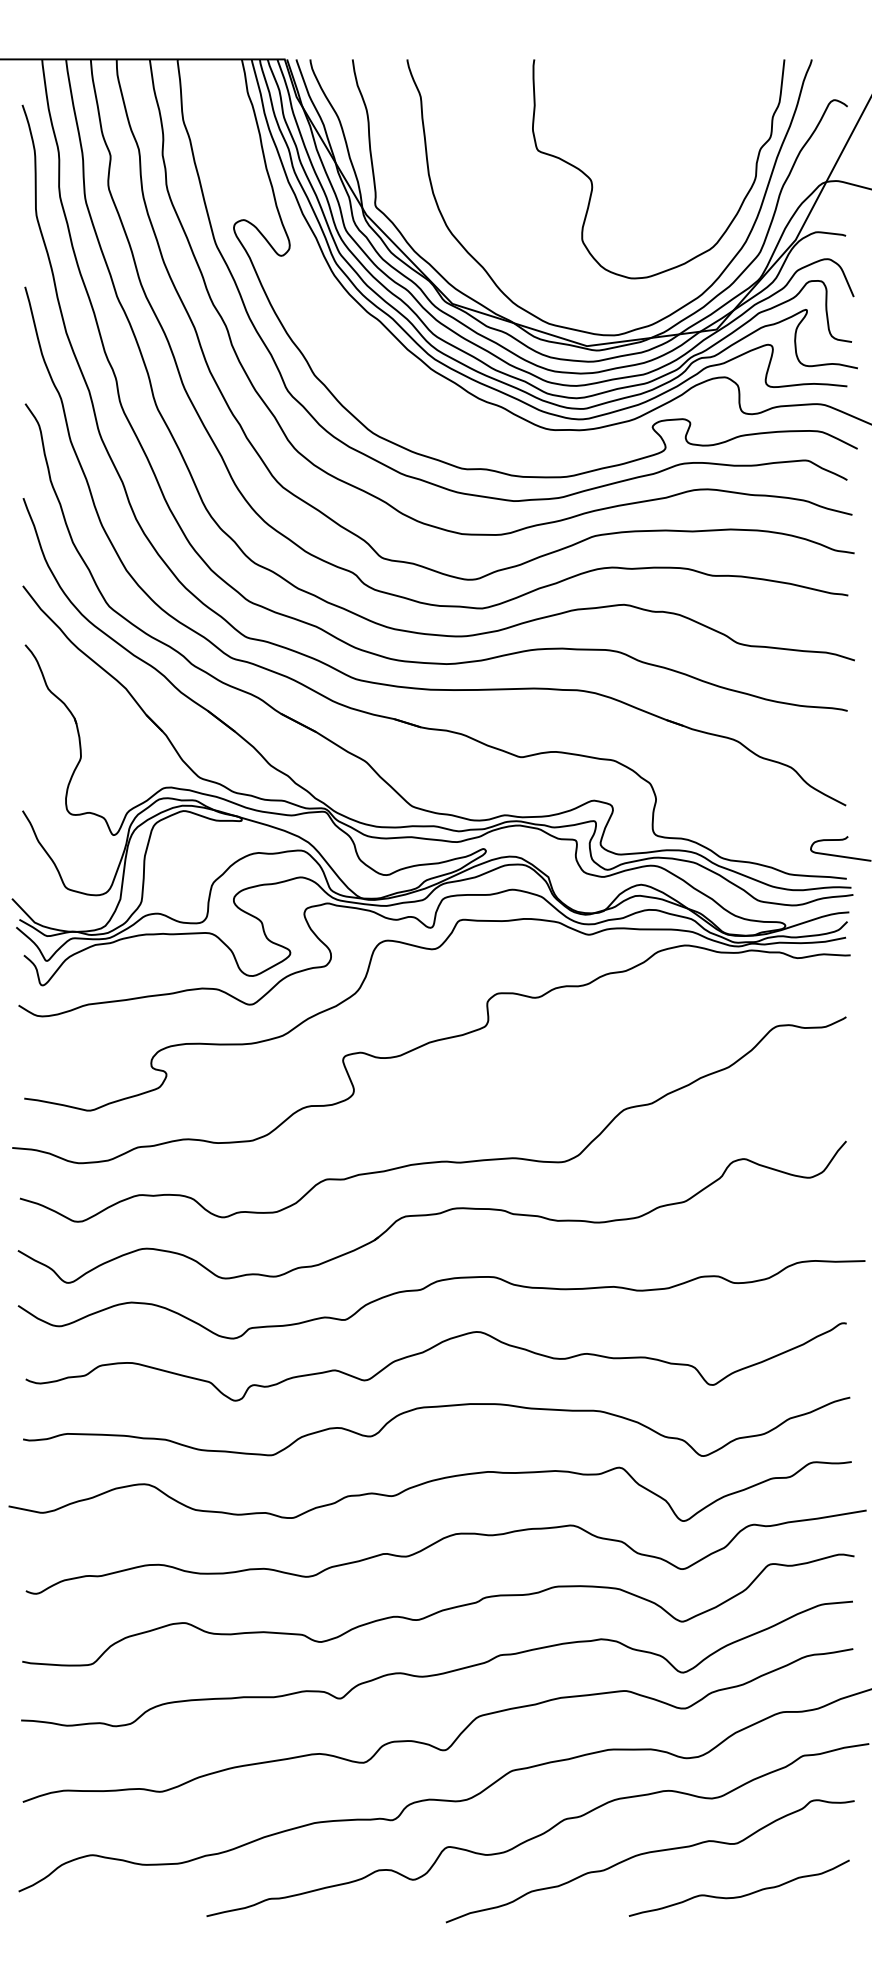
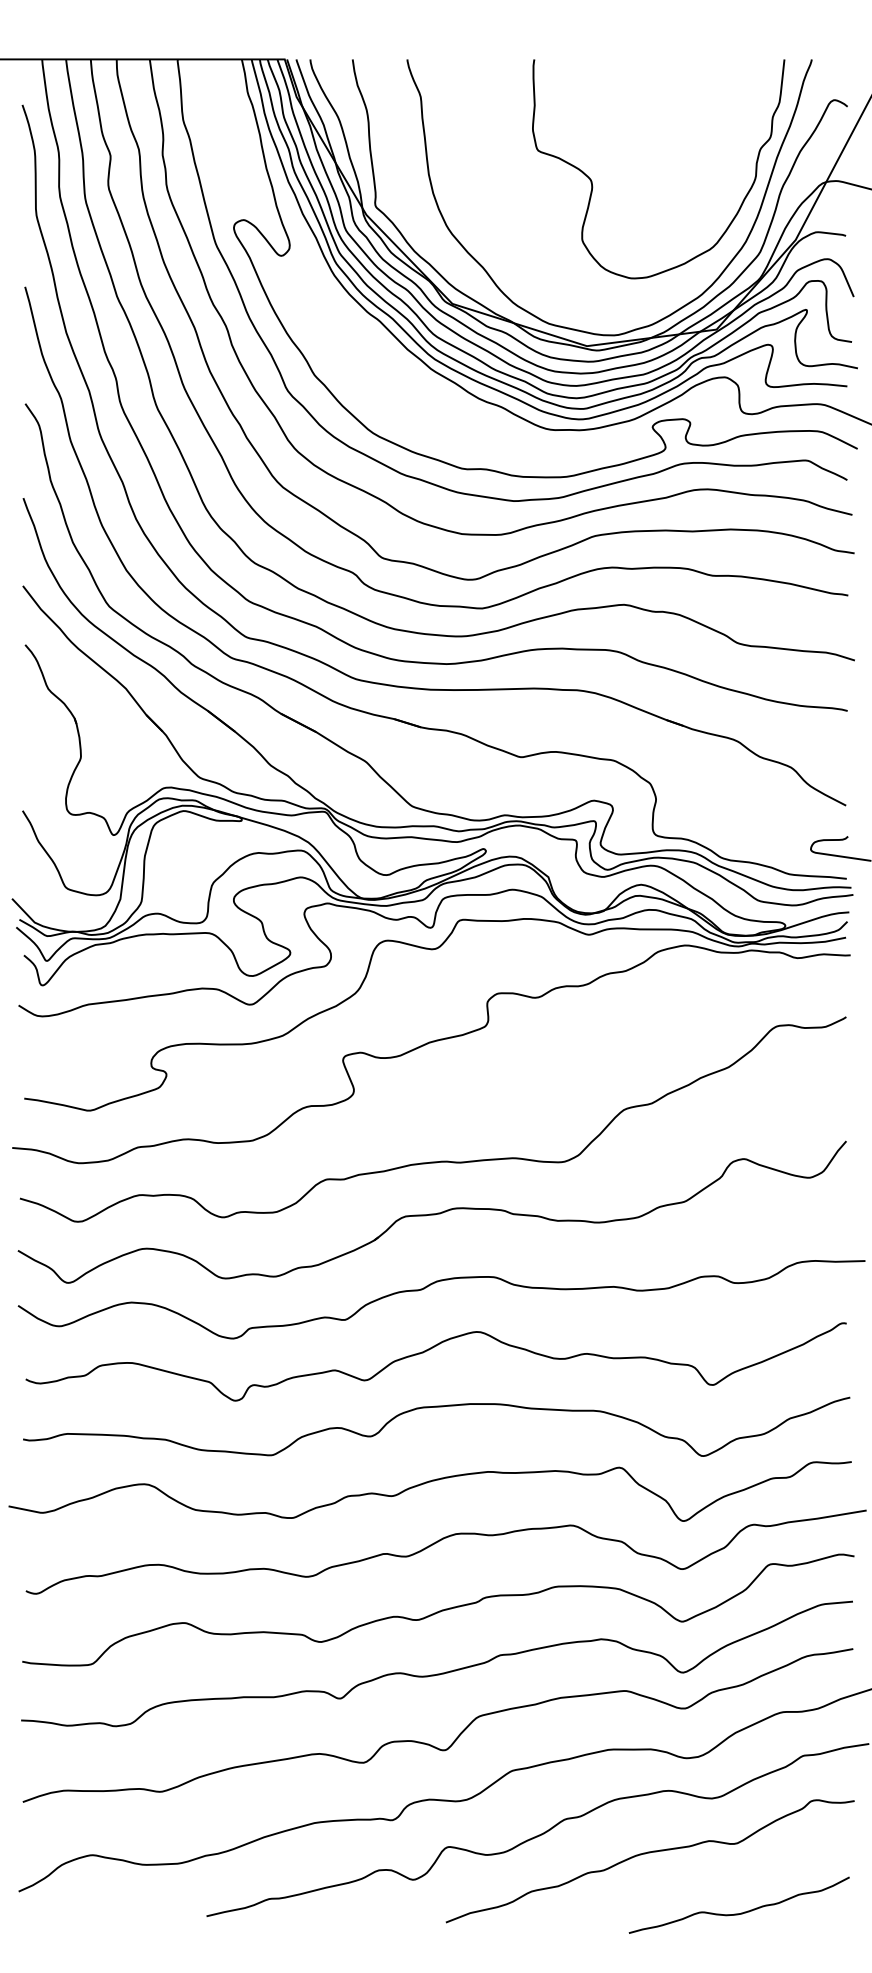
curve at (741, 1895) position: (741, 1895) -> (741, 1912)
